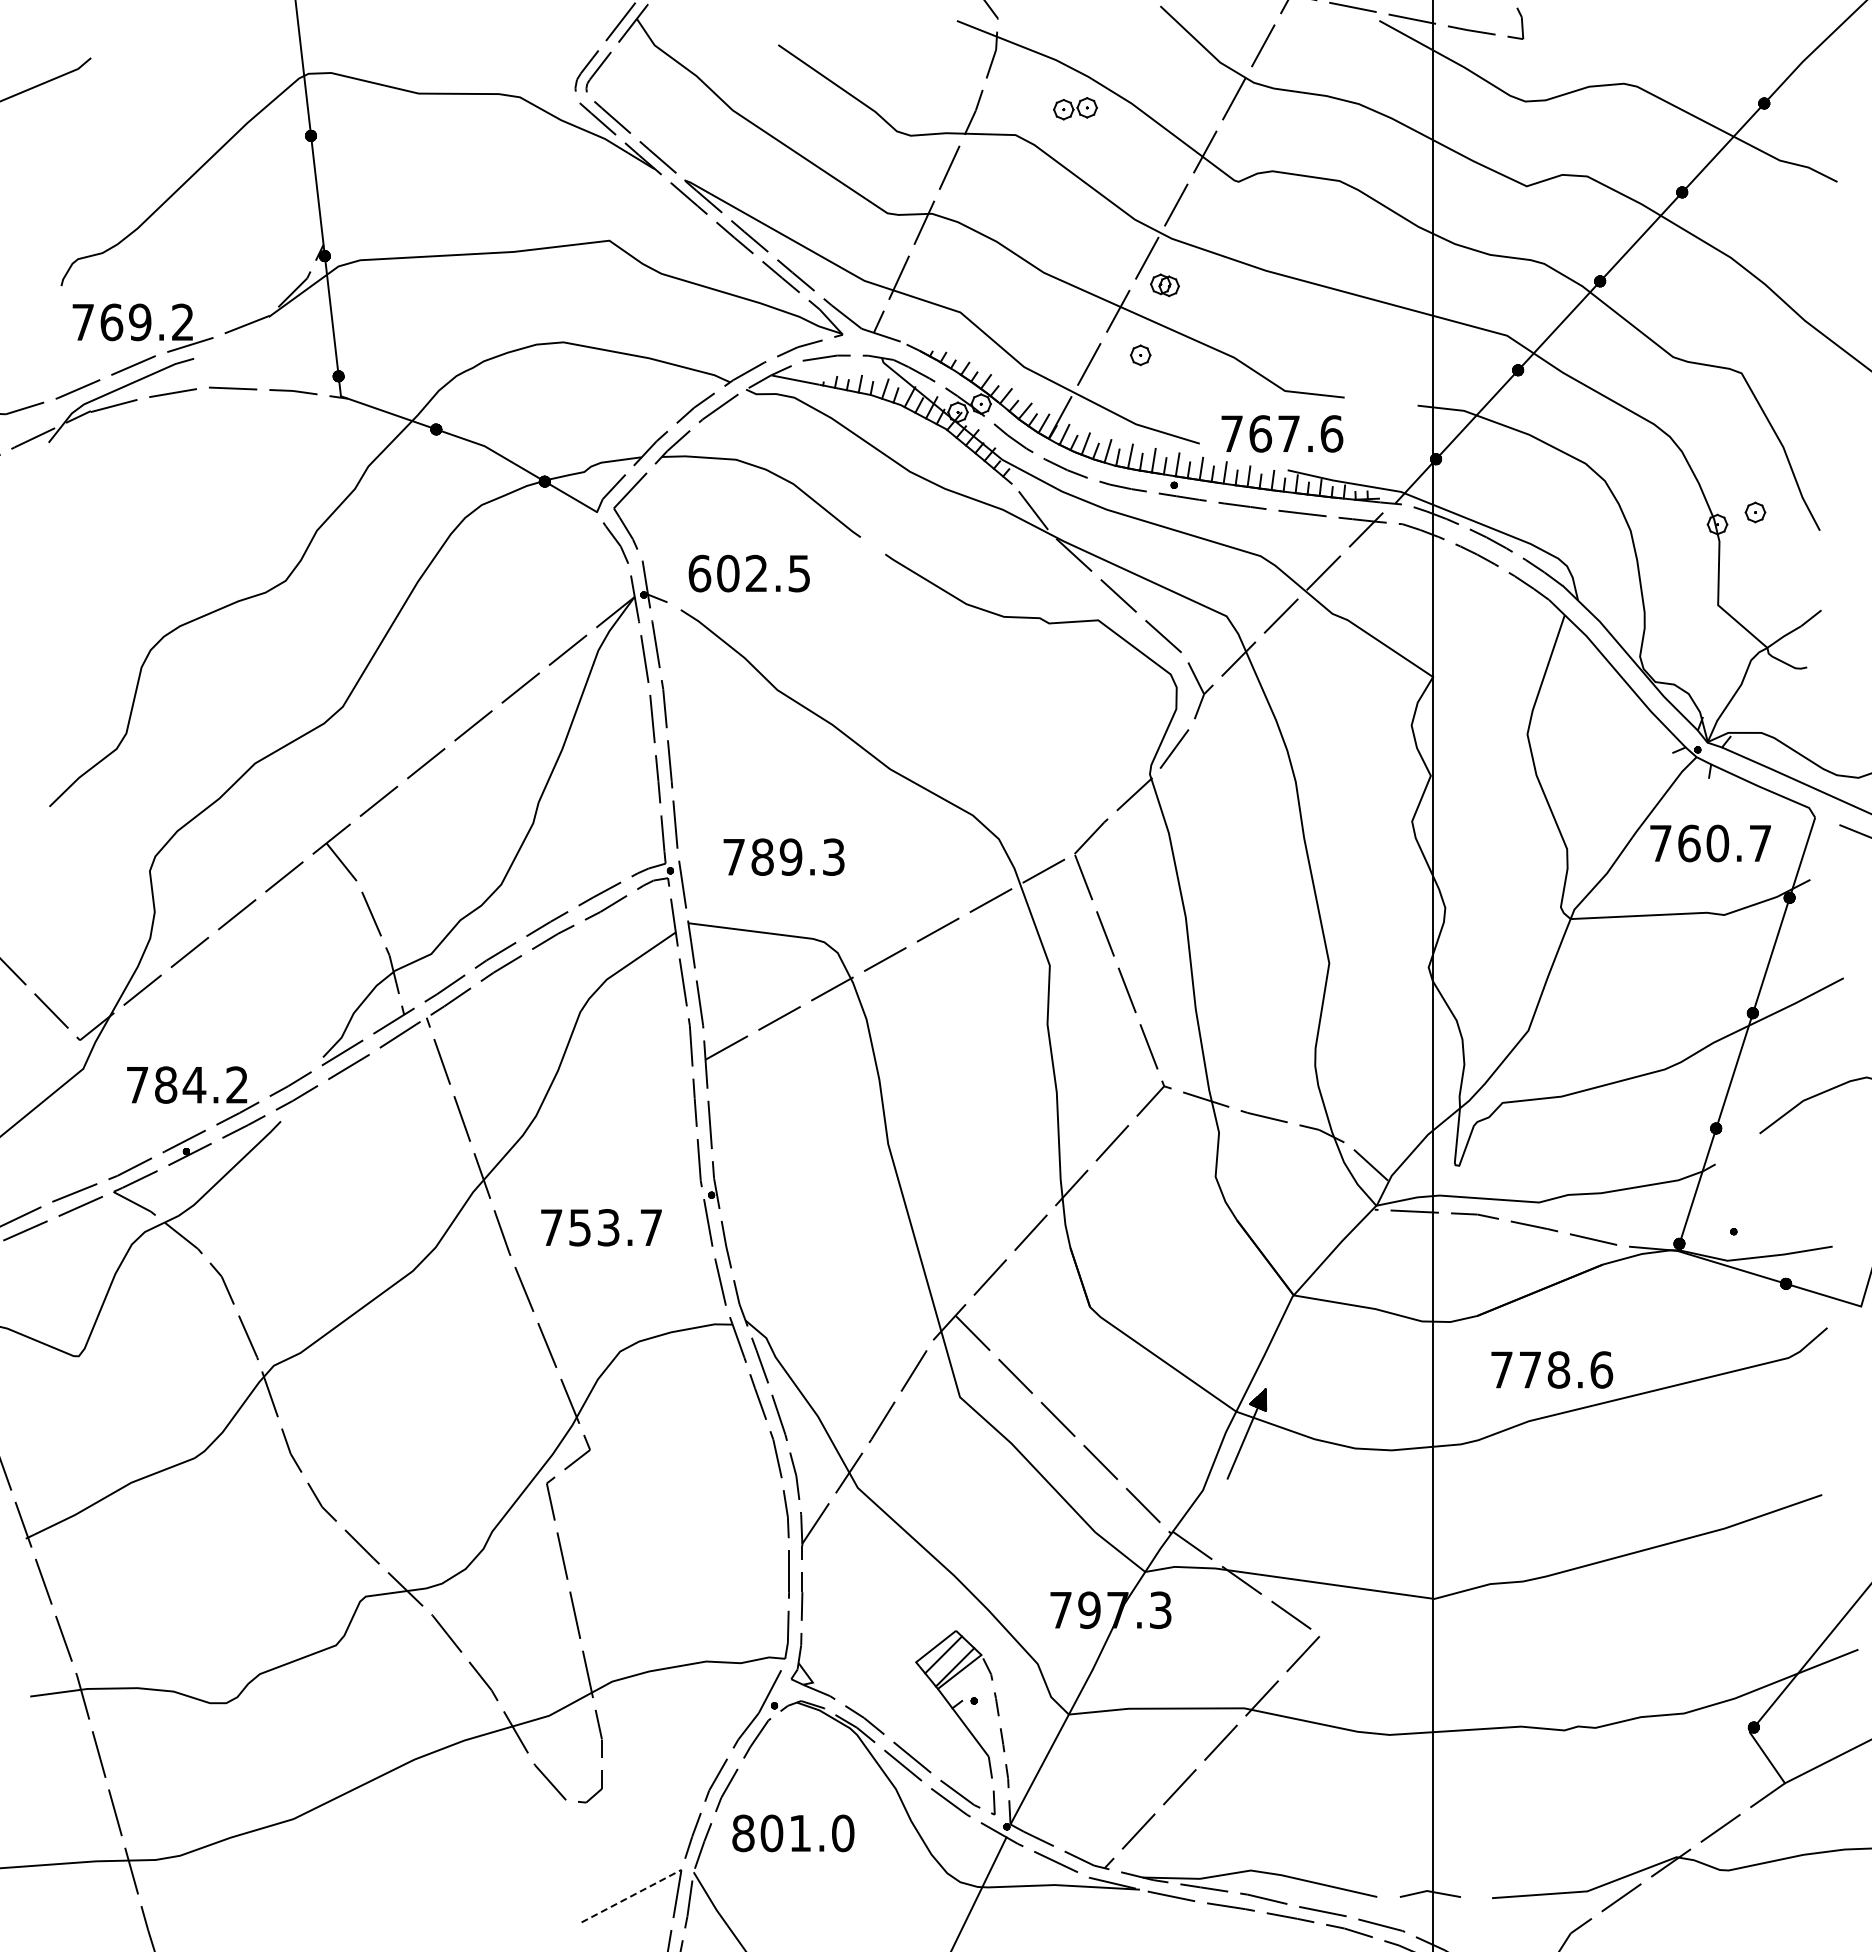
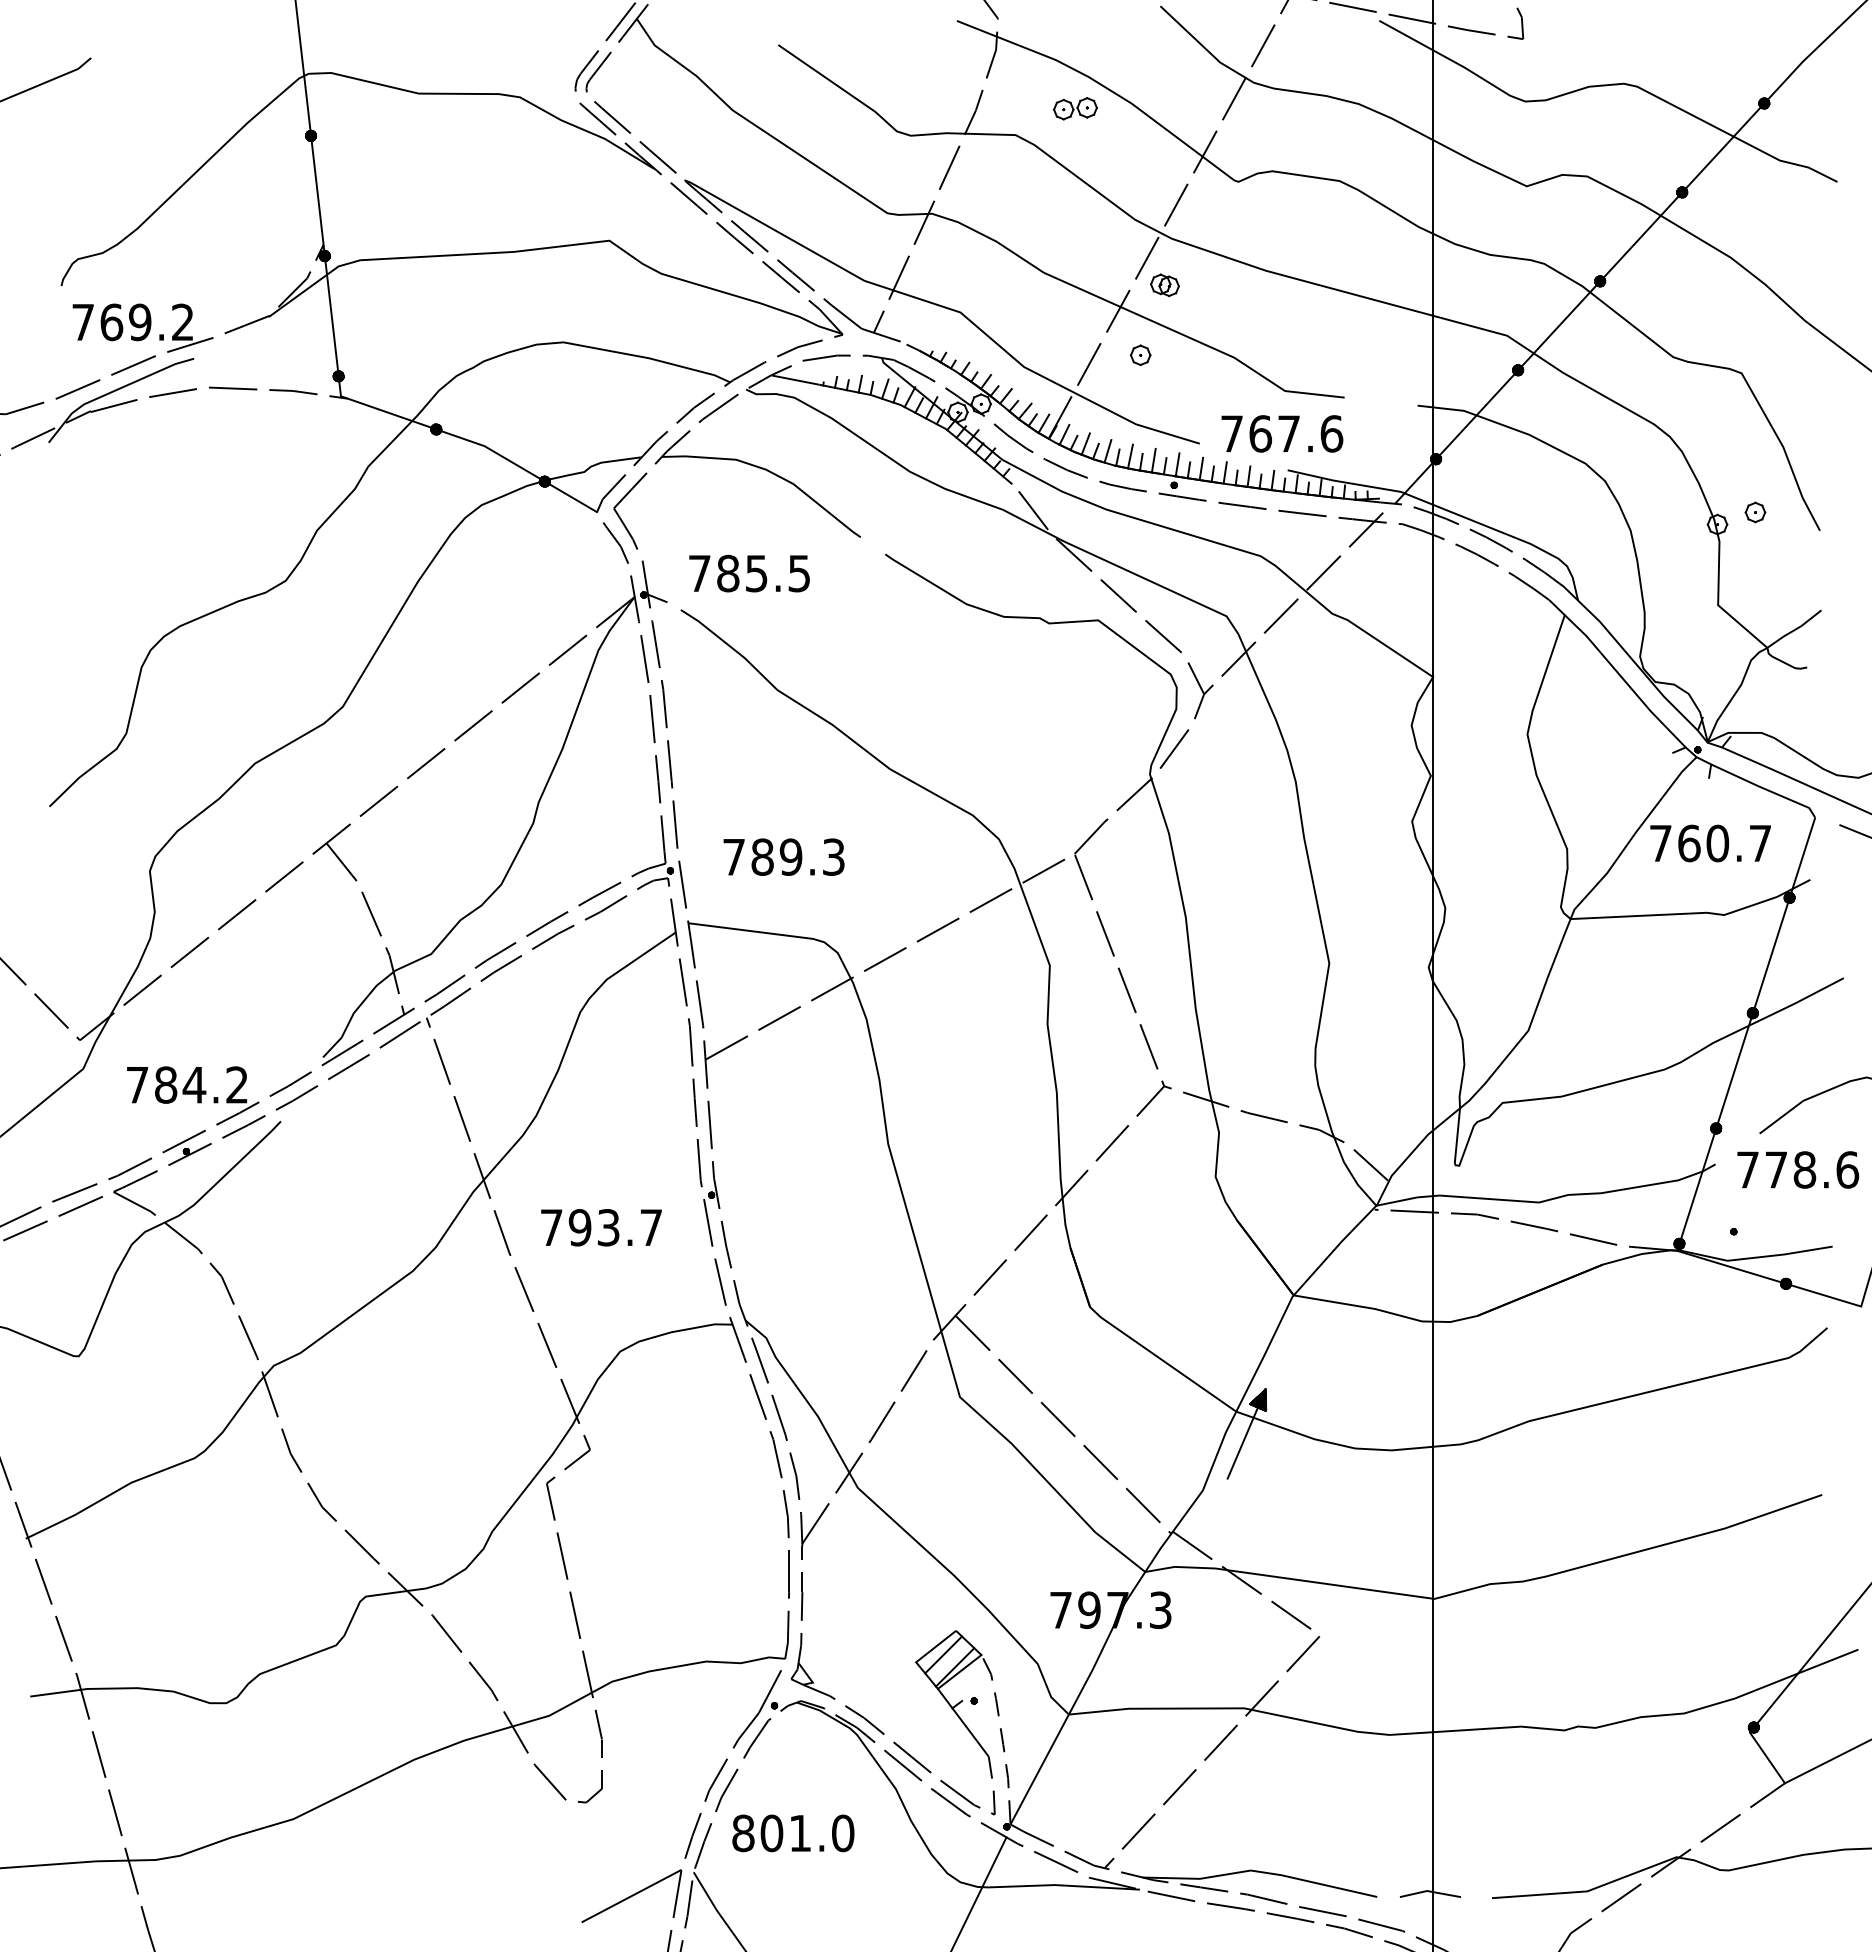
text at (727, 573): 602.5 -> 785.5
text at (579, 1227): 753.7 -> 793.7
text at (1552, 1369) position: (1552, 1369) -> (1798, 1169)
line at (632, 1895): dashed -> solid
